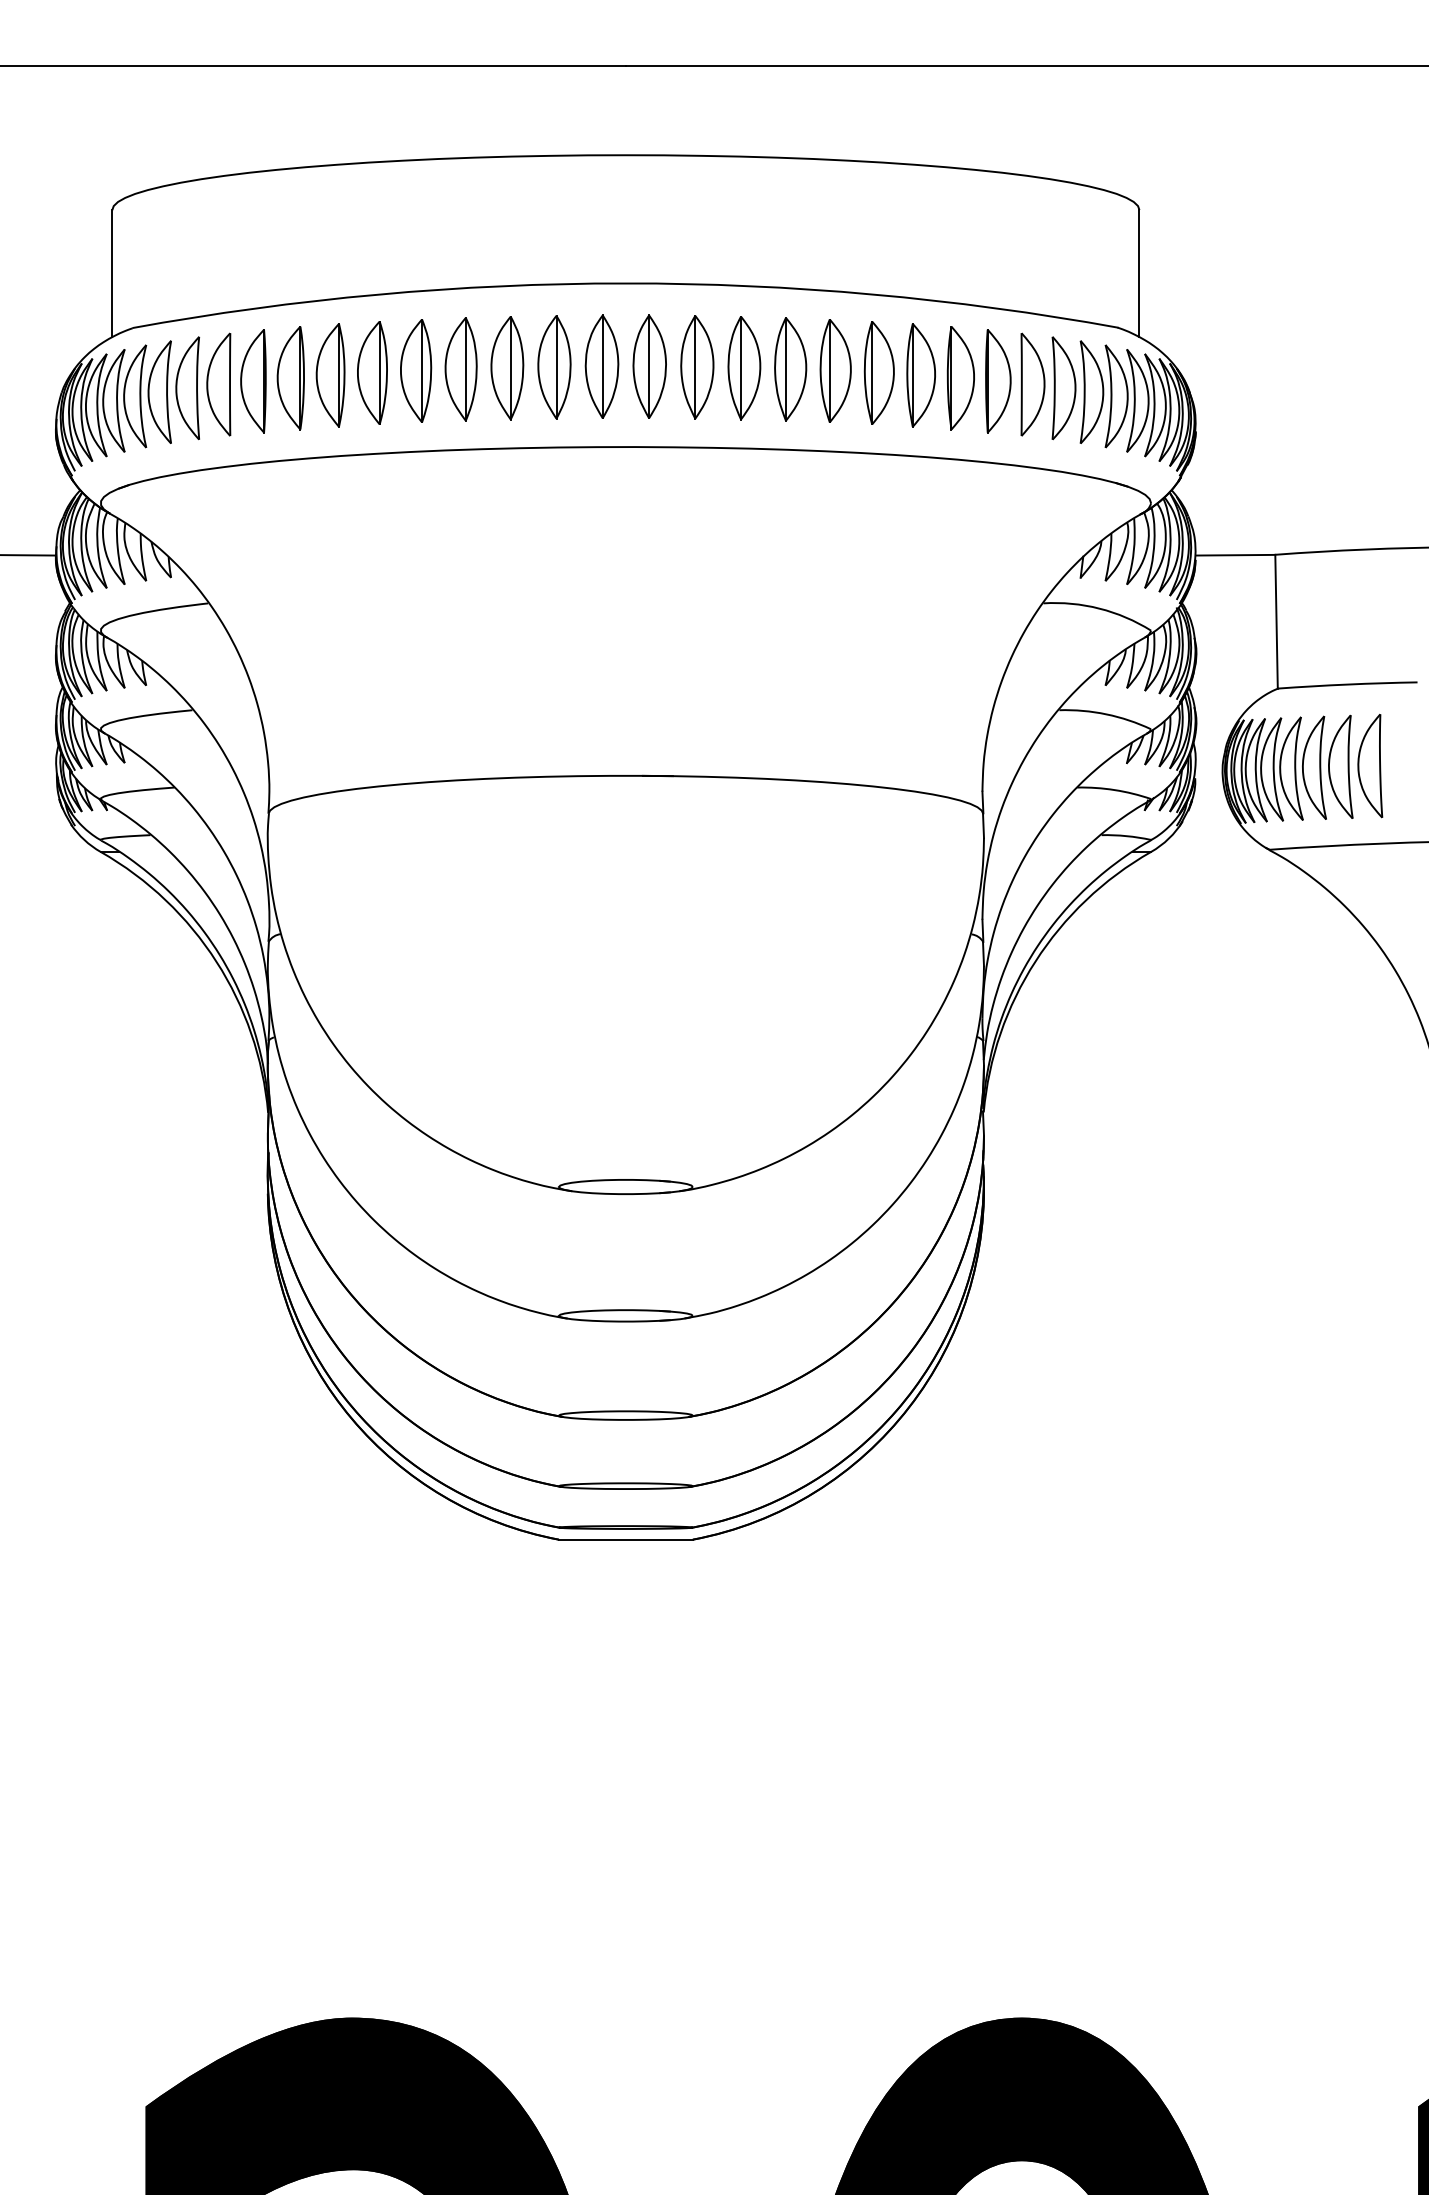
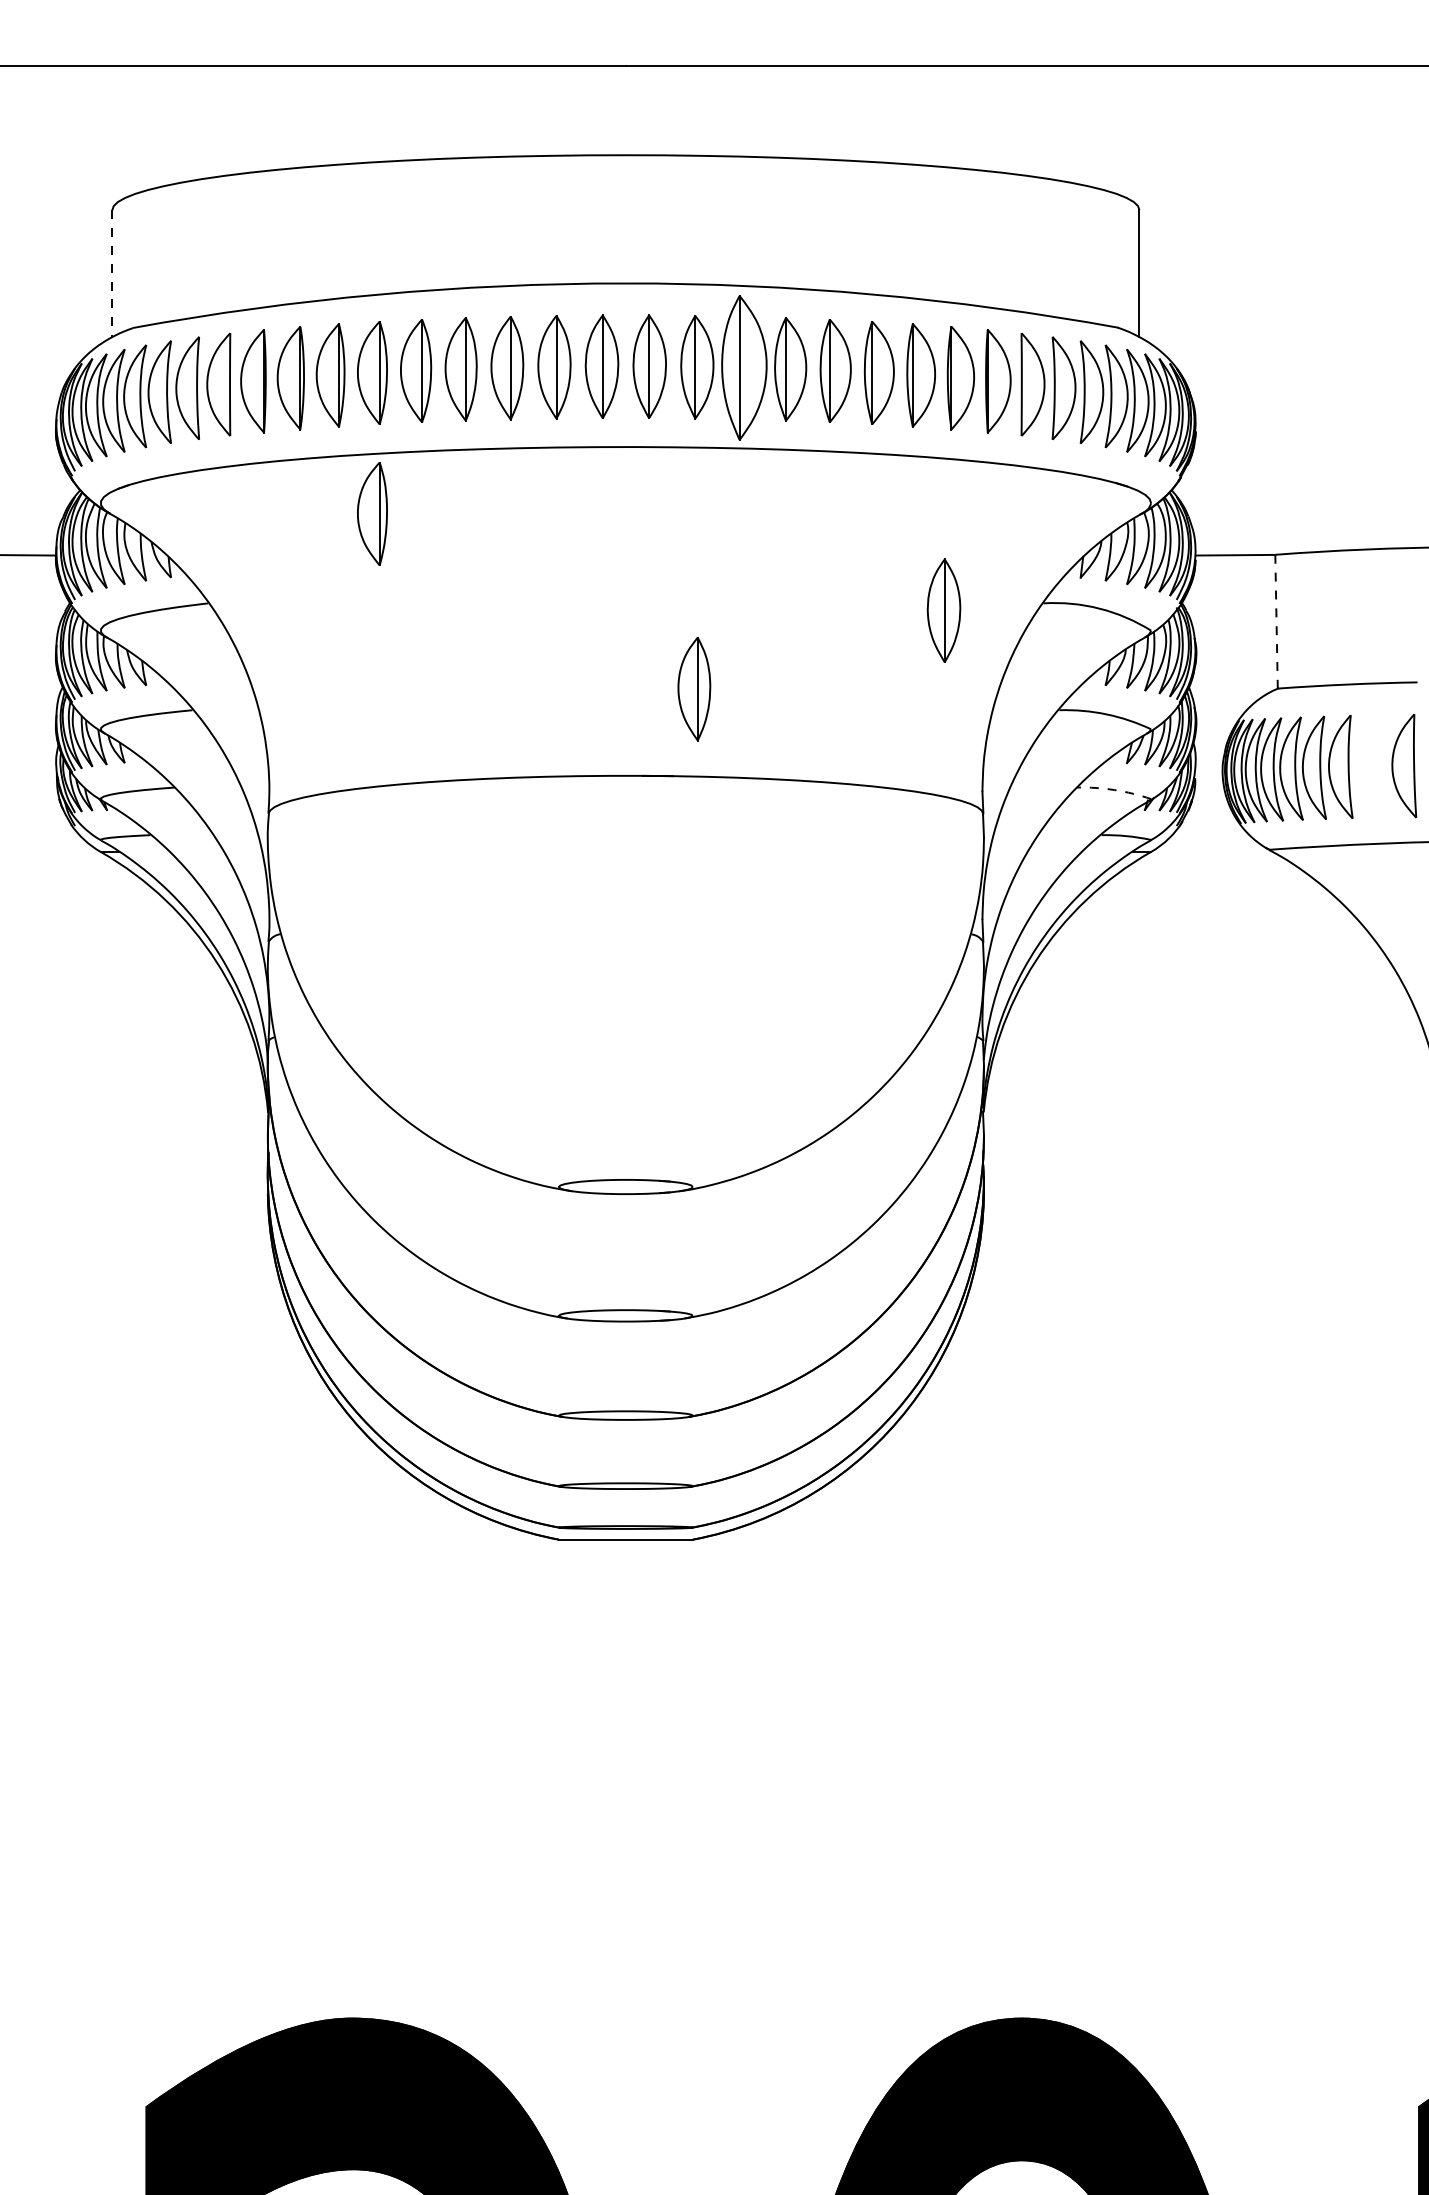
line at (112, 273): solid -> dashed
part at (744, 368) size: 35x105 px -> 47x146 px
part at (372, 513): none -> present
part at (943, 610): none -> present
line at (1276, 621): solid -> dashed
part at (694, 689): none -> present
part at (1370, 765) position: (1370, 765) -> (1404, 765)
arc at (1114, 790): solid -> dashed
